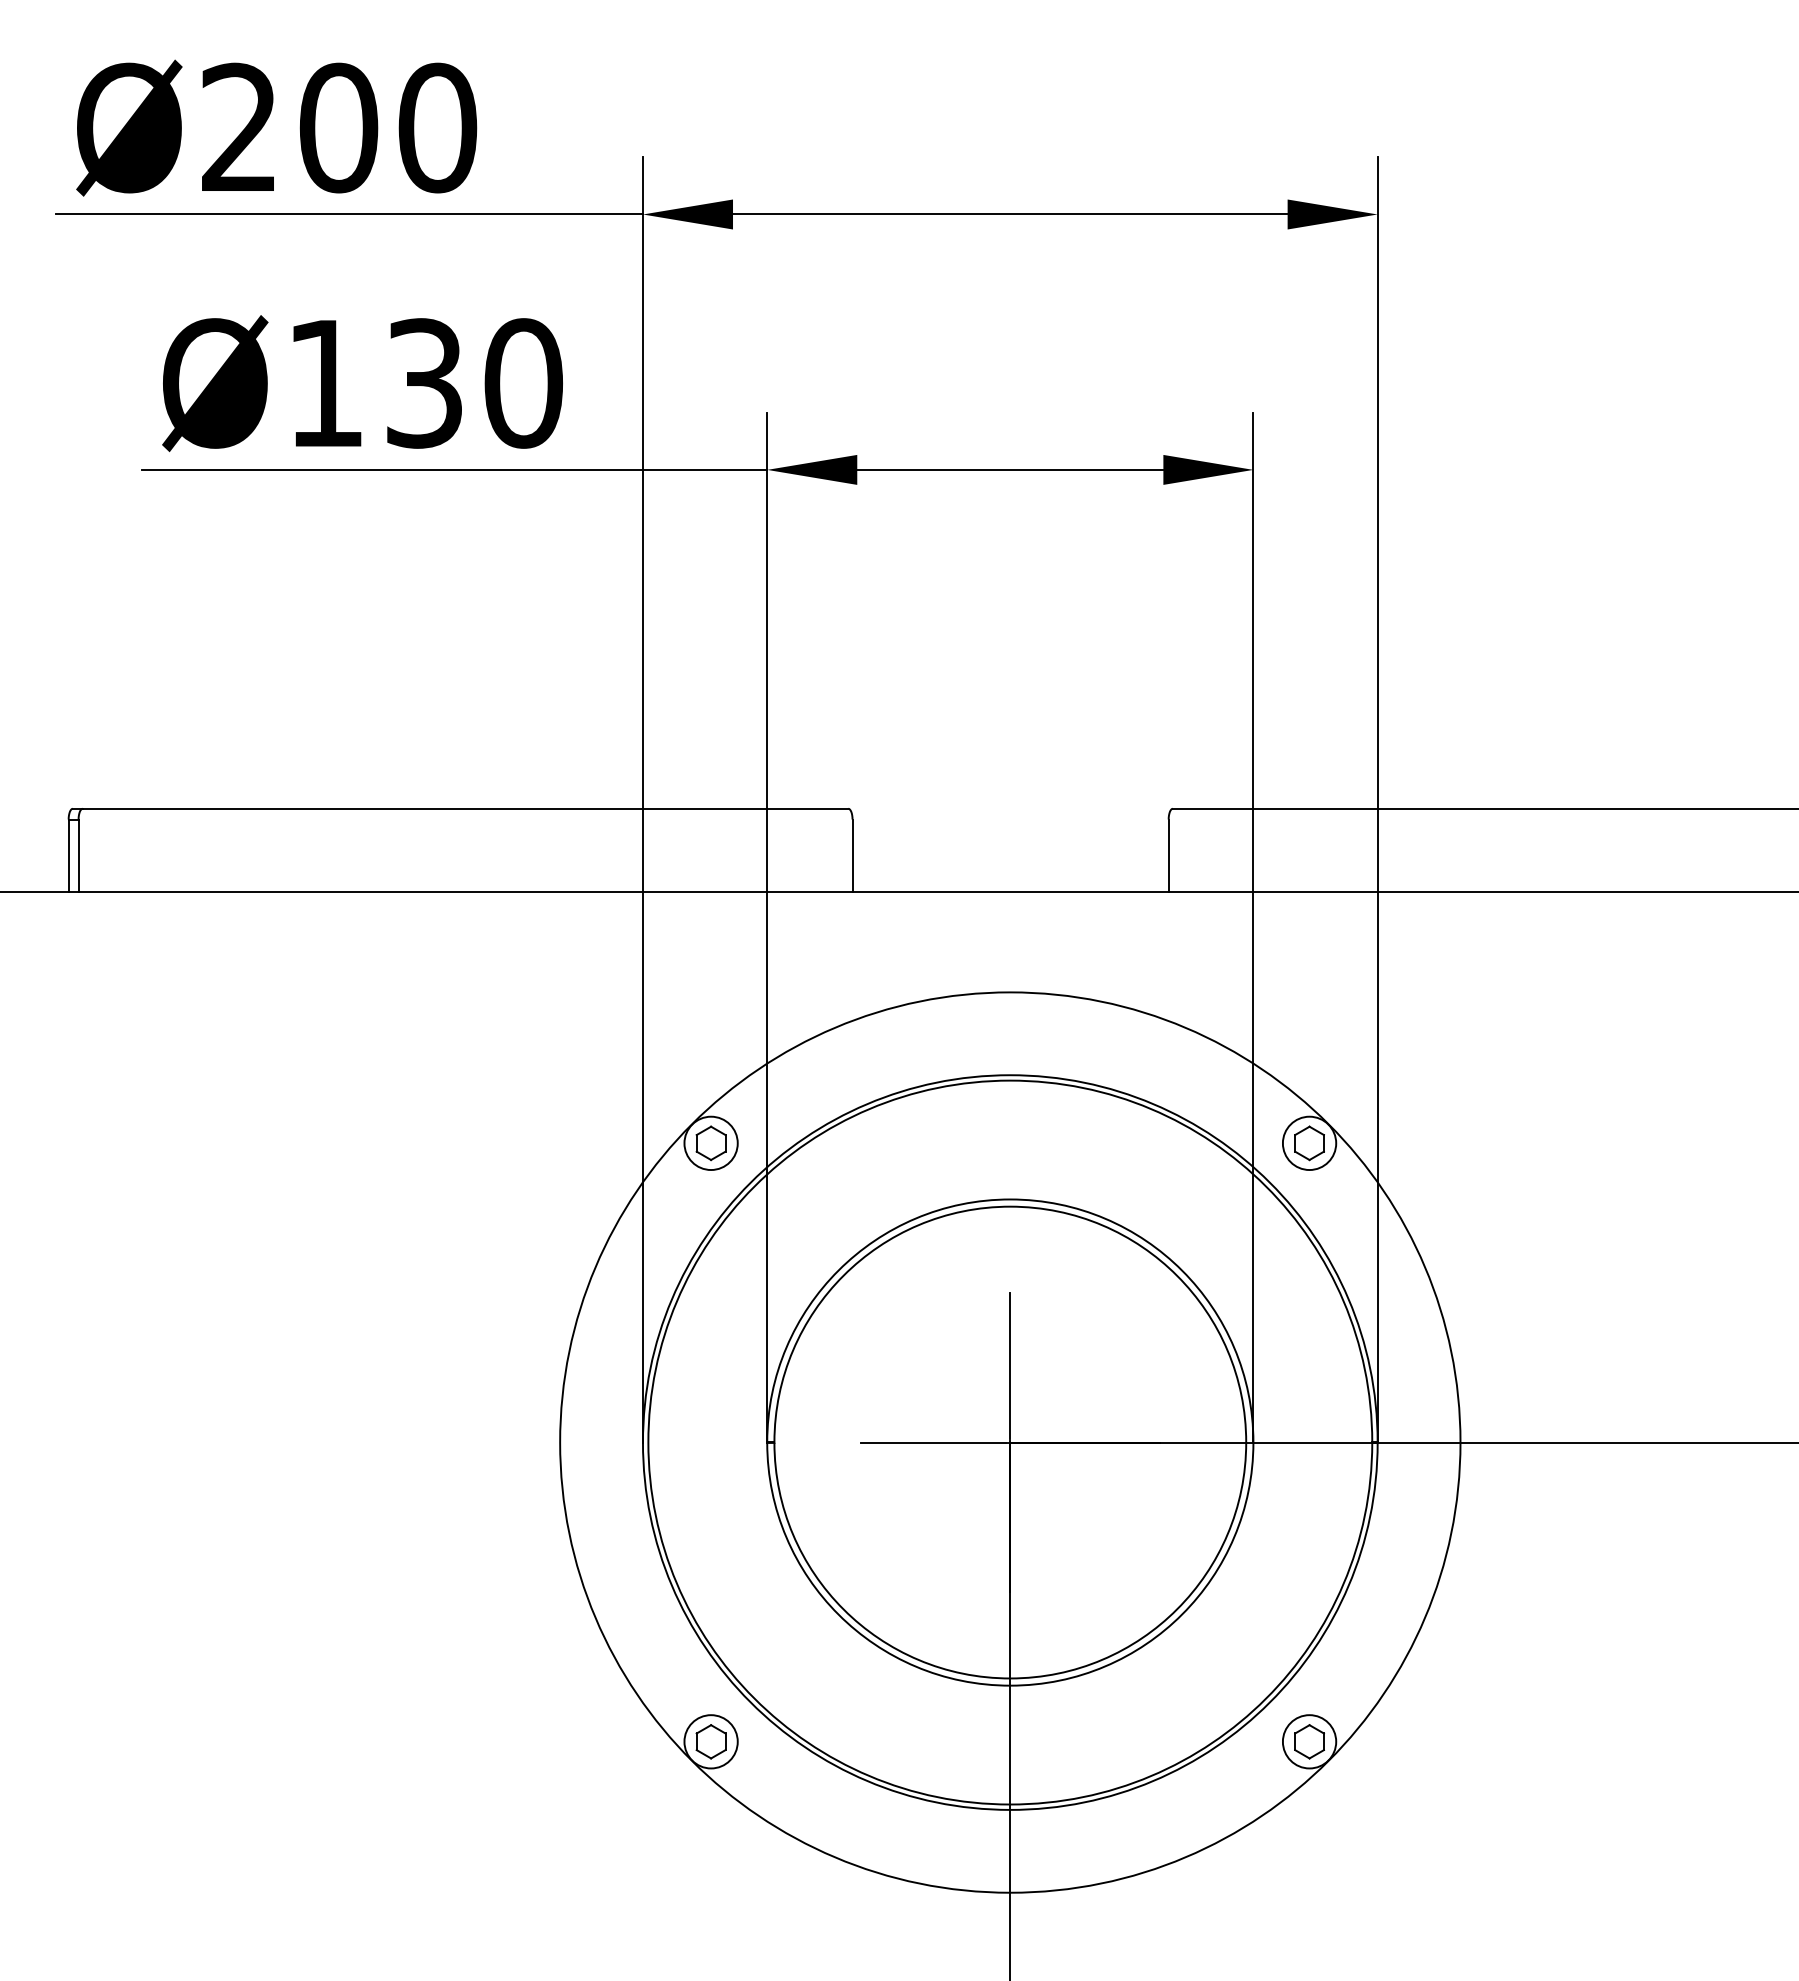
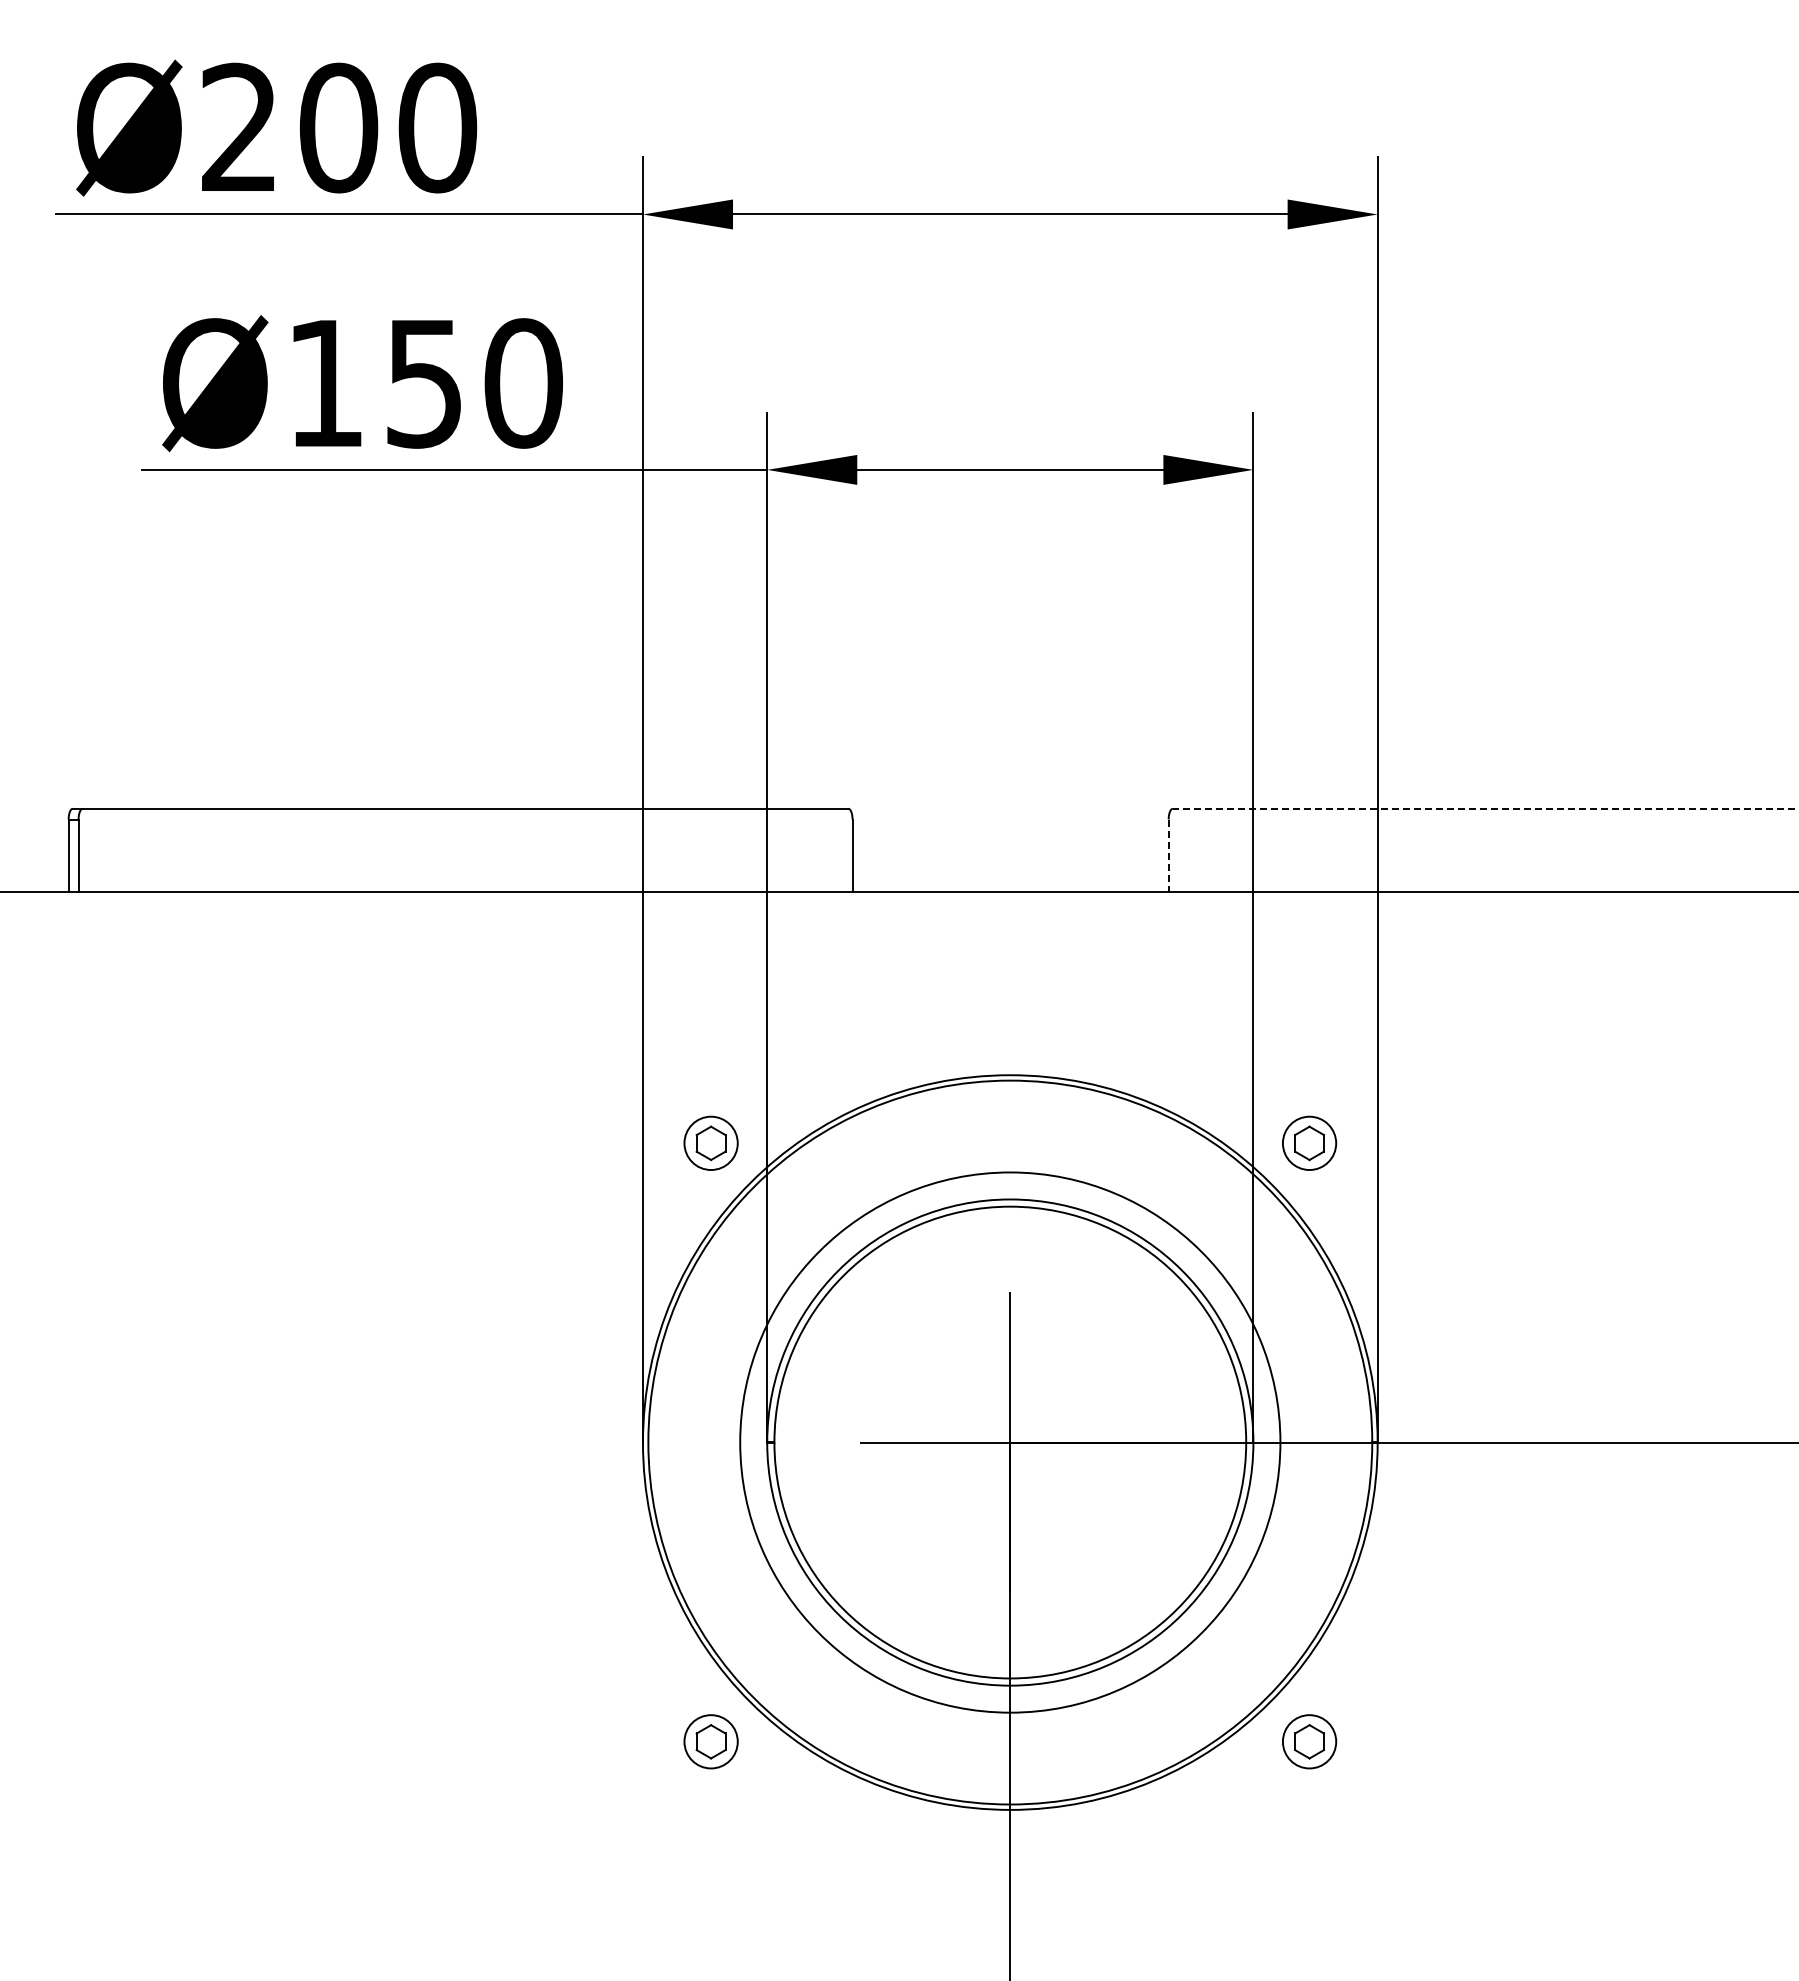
text at (424, 383): Ø130 -> Ø150
line at (1485, 808): solid -> dashed
line at (1168, 856): solid -> dashed
circle at (1010, 1442) diameter: 900 px -> 540 px
